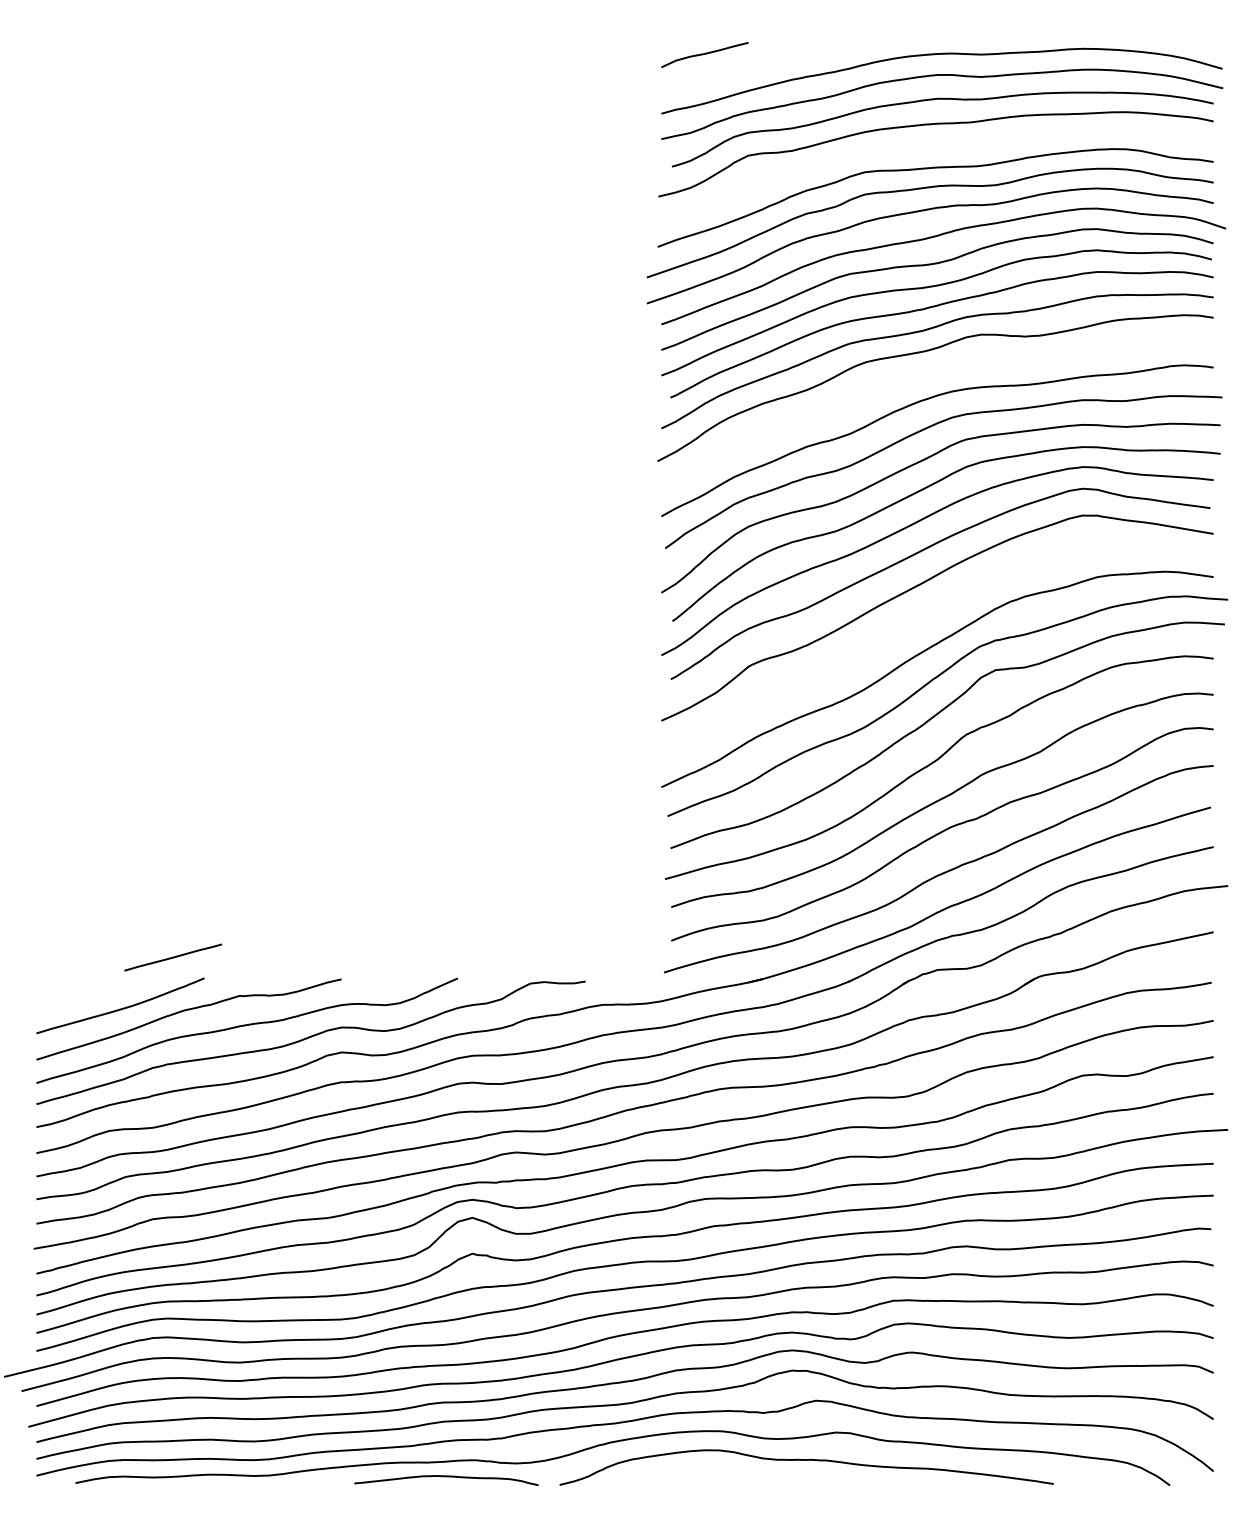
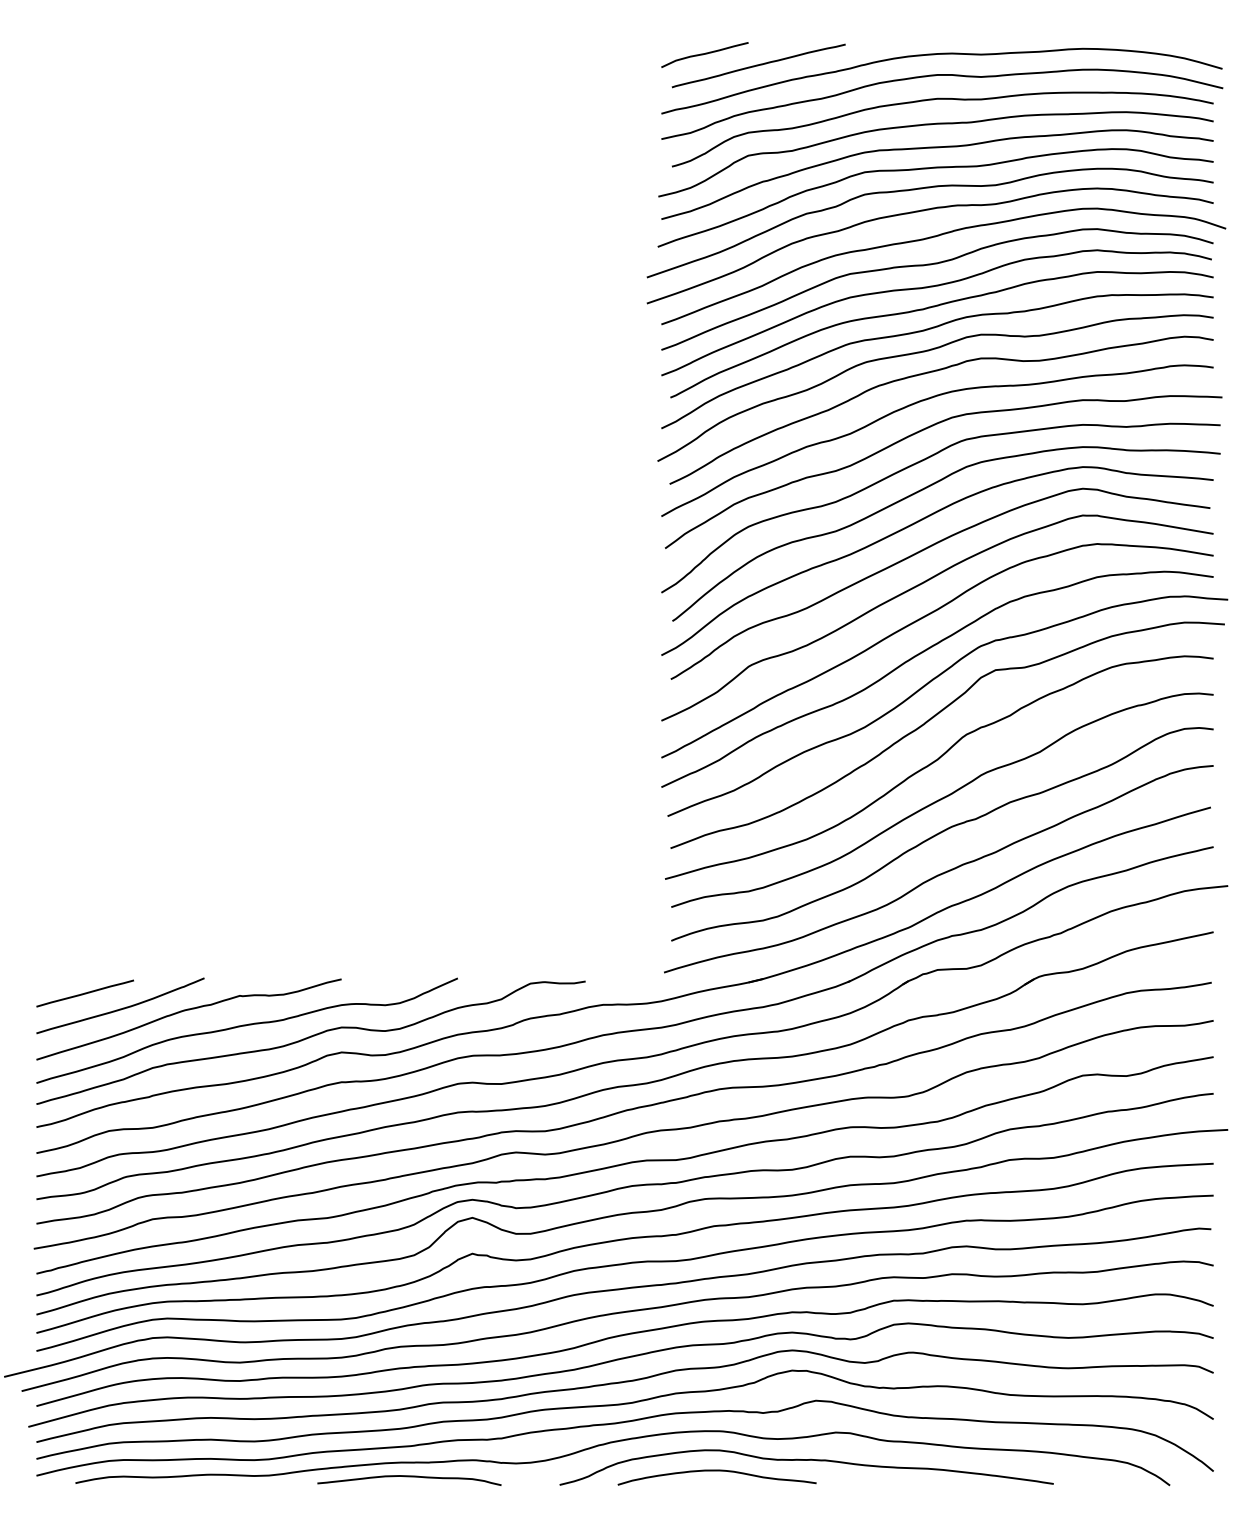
line at (758, 65): none -> present
curve at (937, 148): none -> present
curve at (933, 372): none -> present
curve at (921, 619): none -> present
line at (172, 957) position: (172, 957) -> (84, 993)
curve at (716, 1471): none -> present
curve at (446, 1477) position: (446, 1477) -> (409, 1477)
